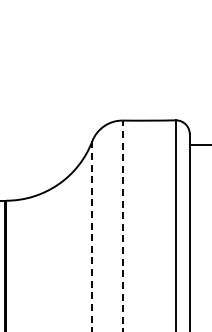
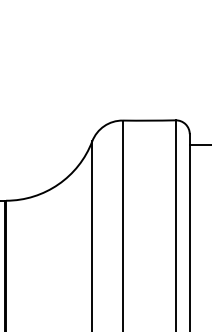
line at (122, 225): dashed -> solid
line at (92, 236): dashed -> solid
